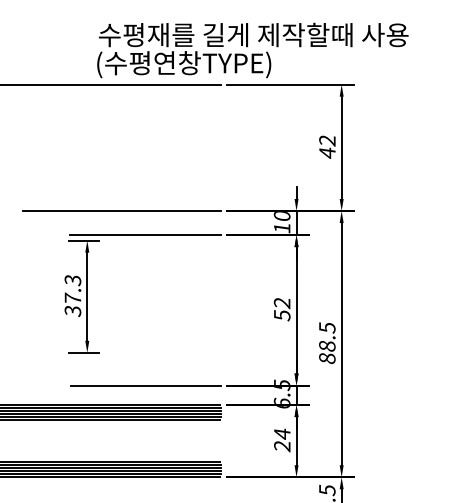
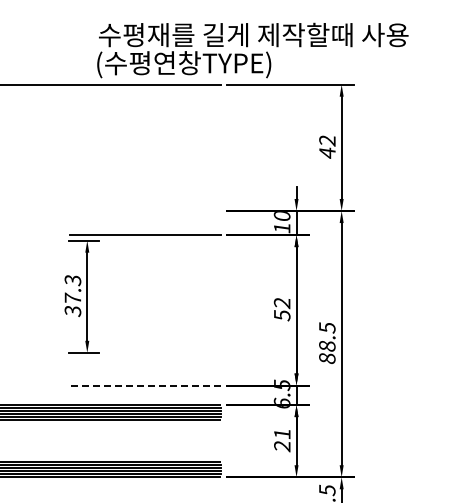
line at (122, 211): present -> none
line at (146, 385): solid -> dashed
text at (282, 433): 24 -> 21
